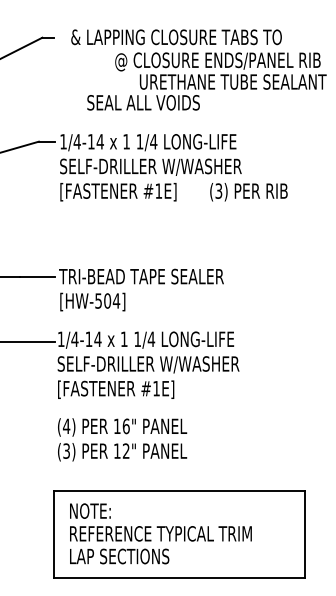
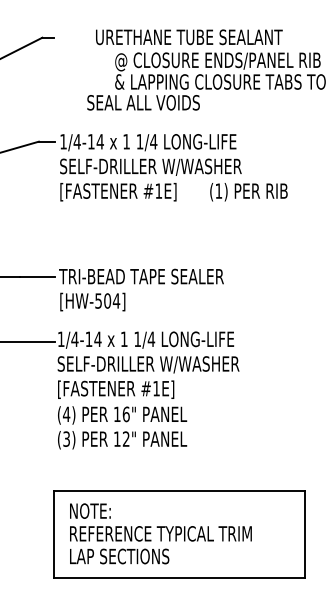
text at (176, 37): & LAPPING CLOSURE TABS TO -> URETHANE TUBE SEALANT
text at (220, 81): URETHANE TUBE SEALANT -> & LAPPING CLOSURE TABS TO
text at (218, 190): (3) -> (1)
text at (122, 439) position: (122, 439) -> (122, 427)
